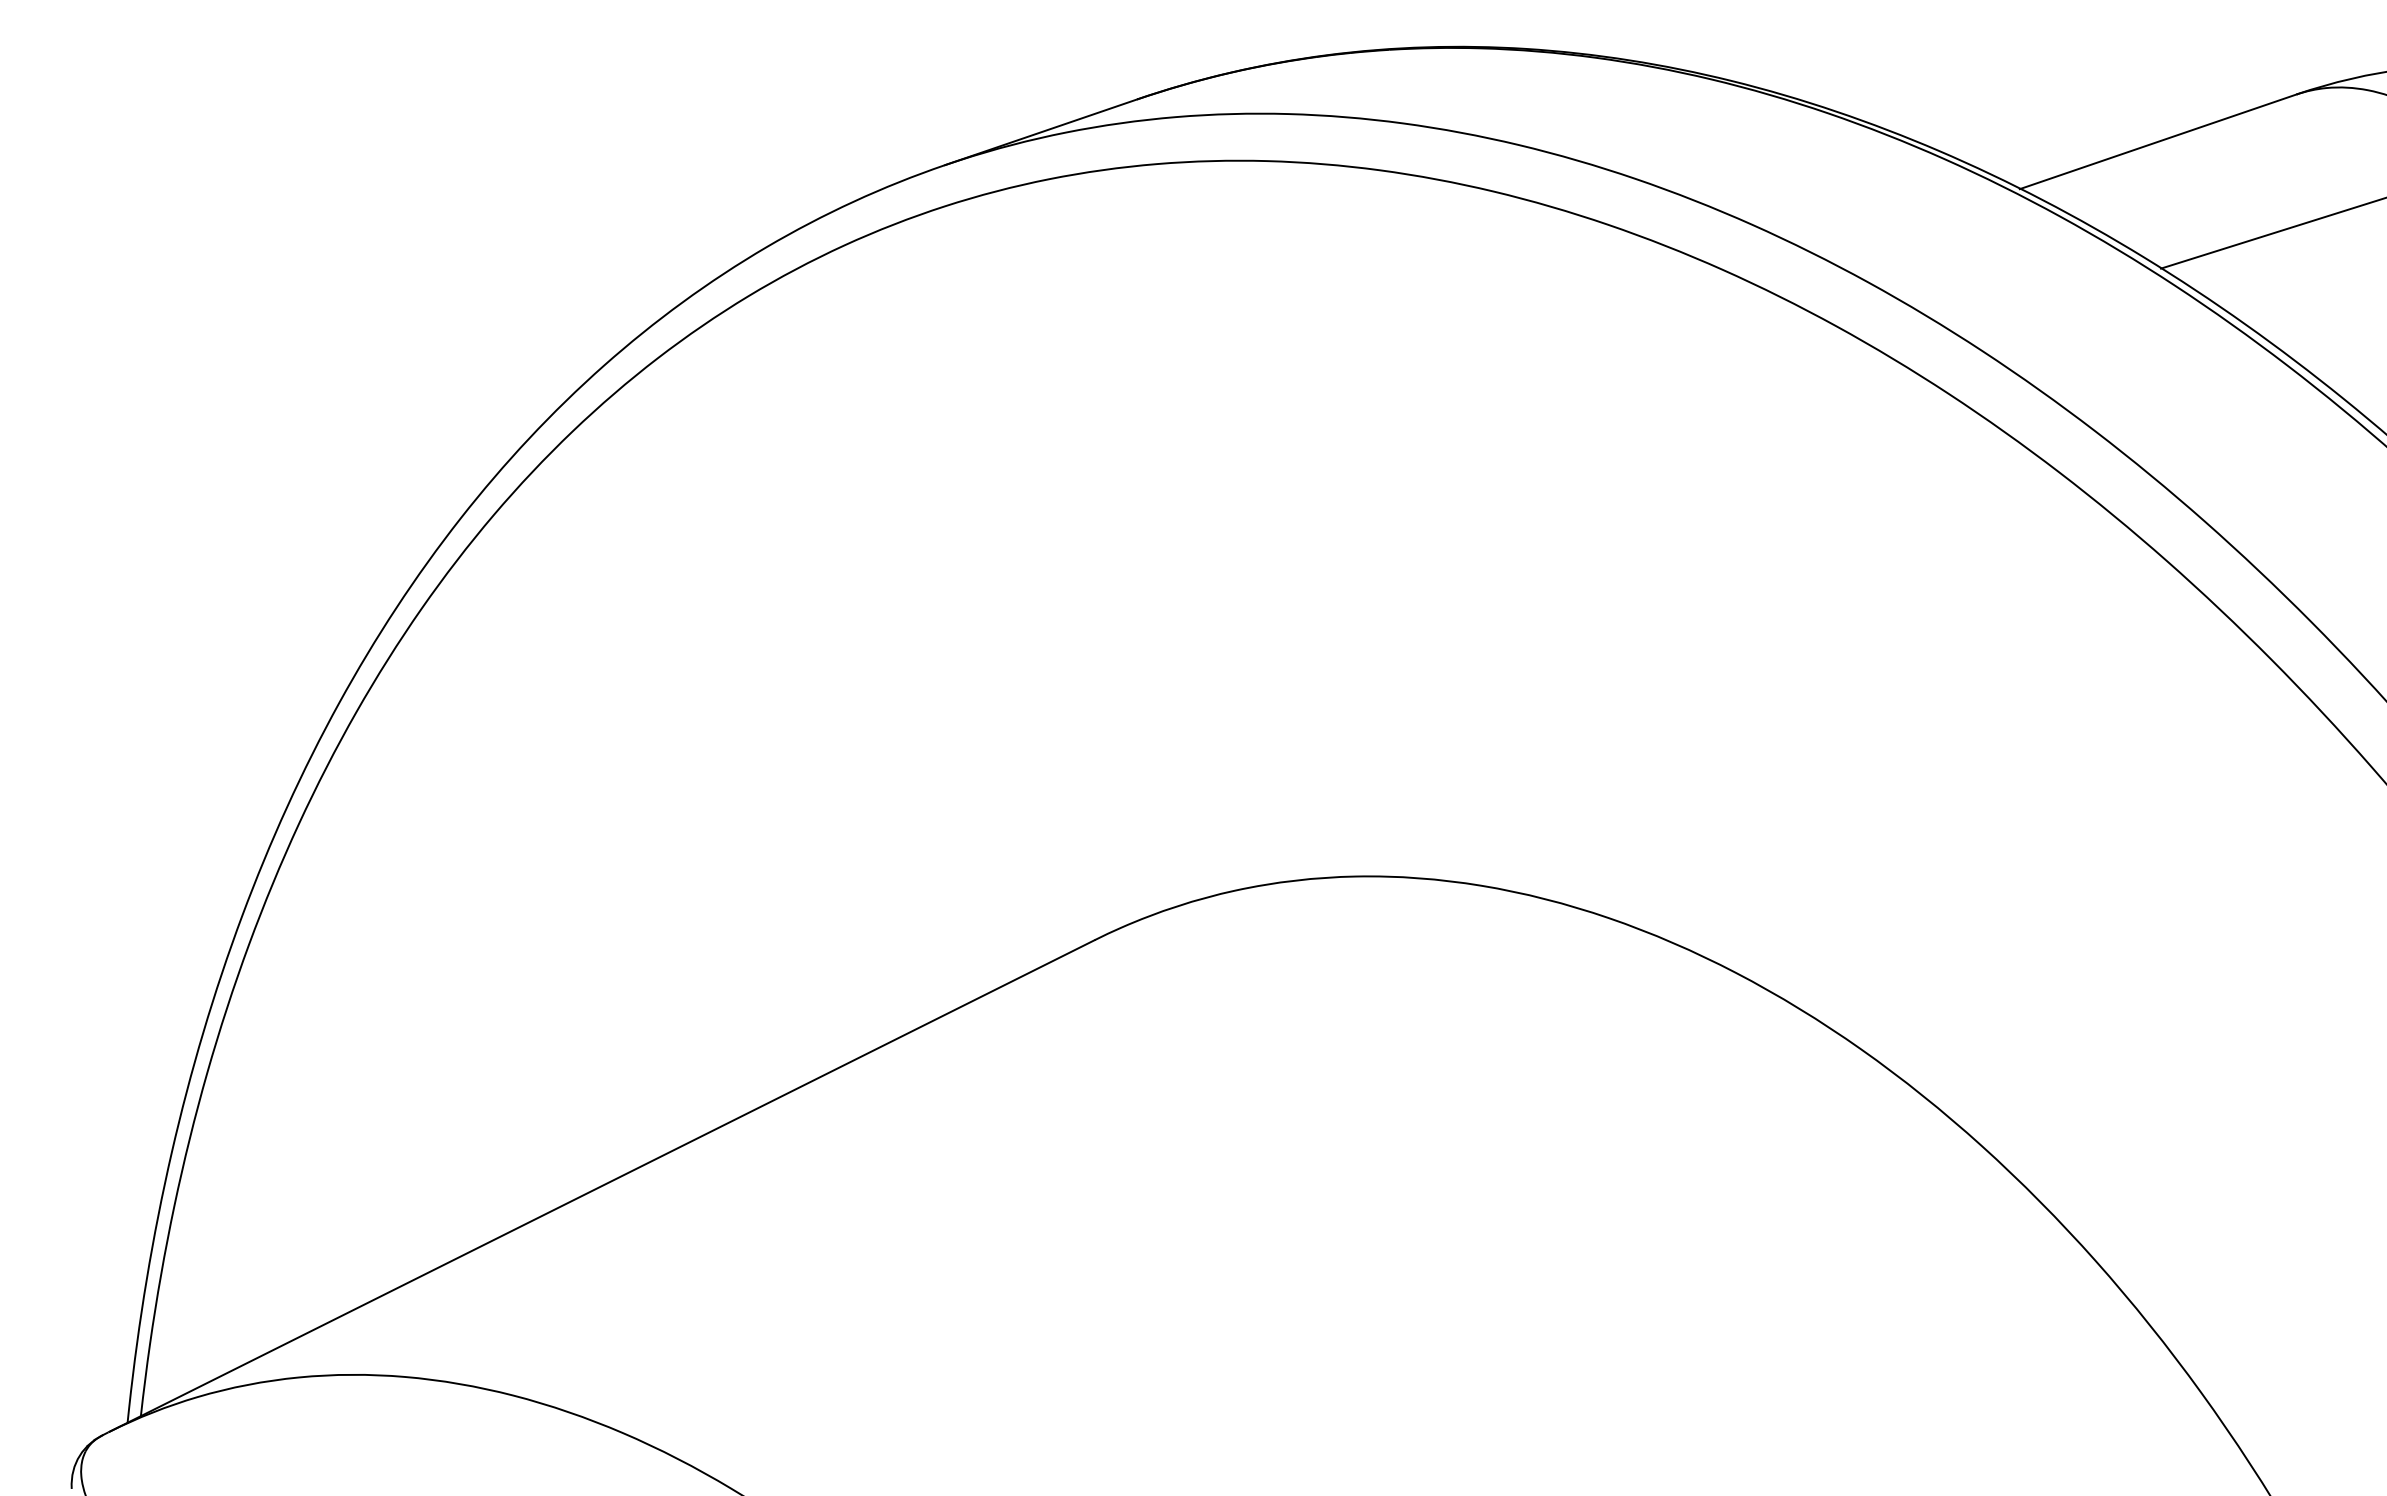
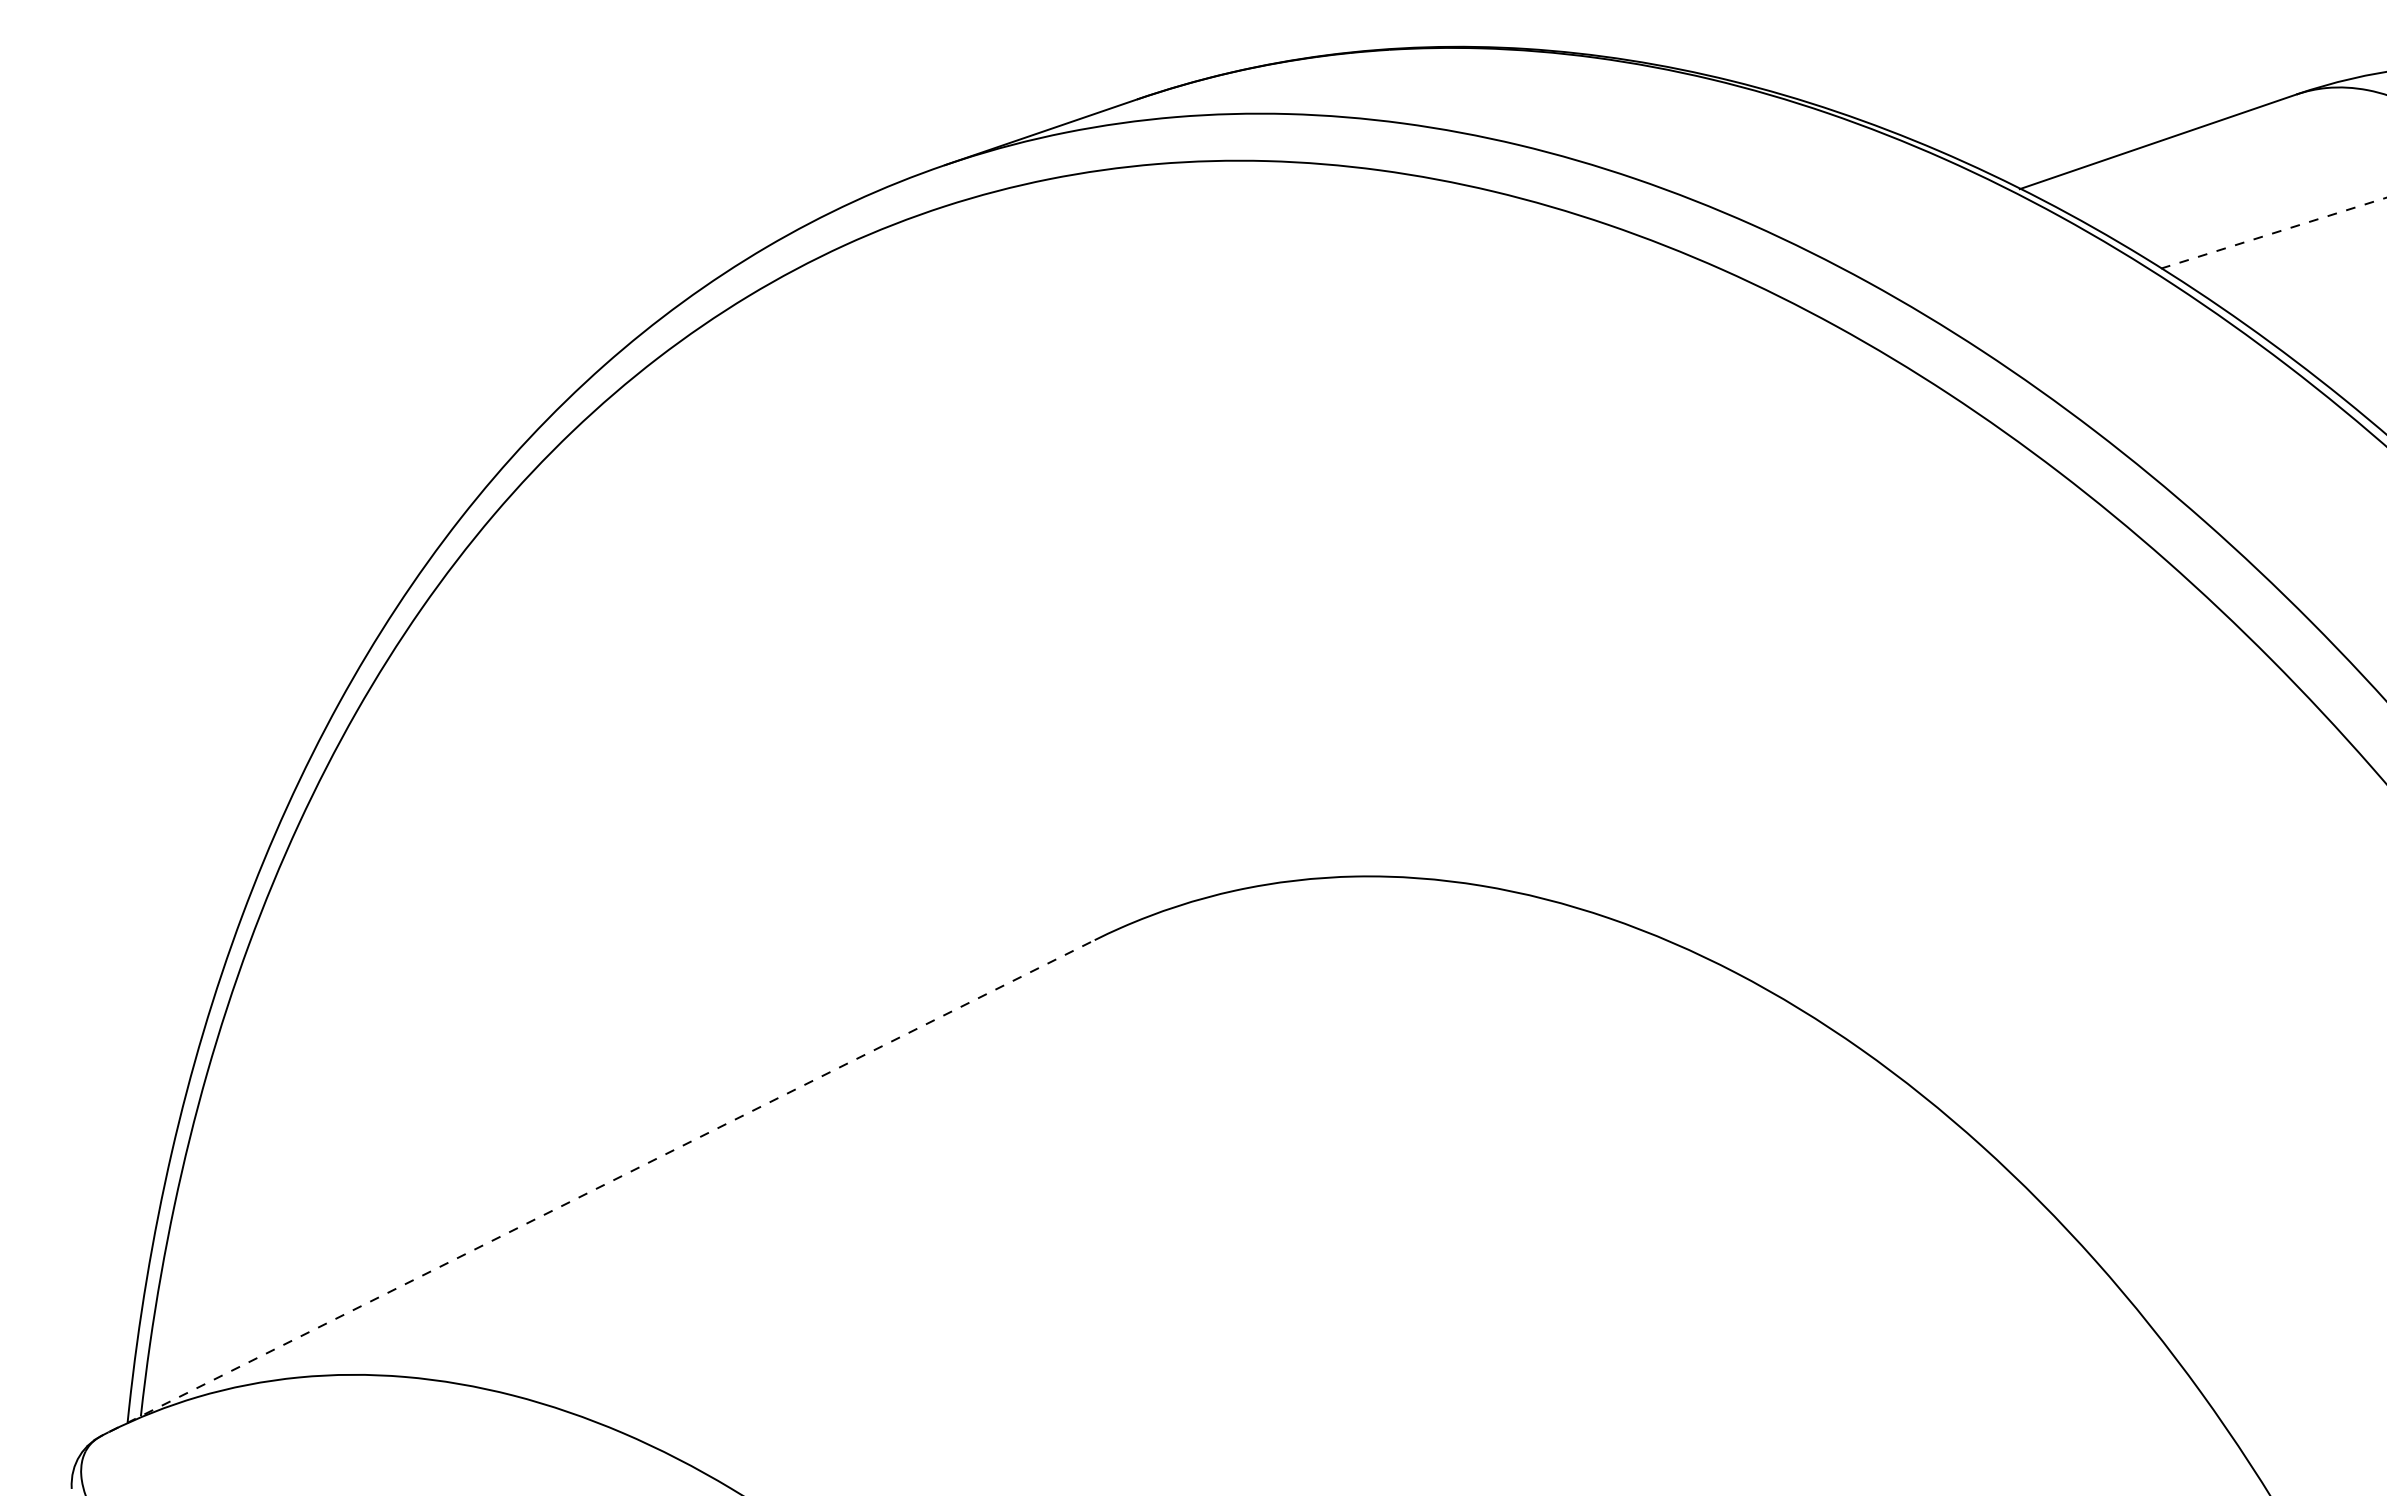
line at (2274, 232): solid -> dashed
line at (602, 1185): solid -> dashed
